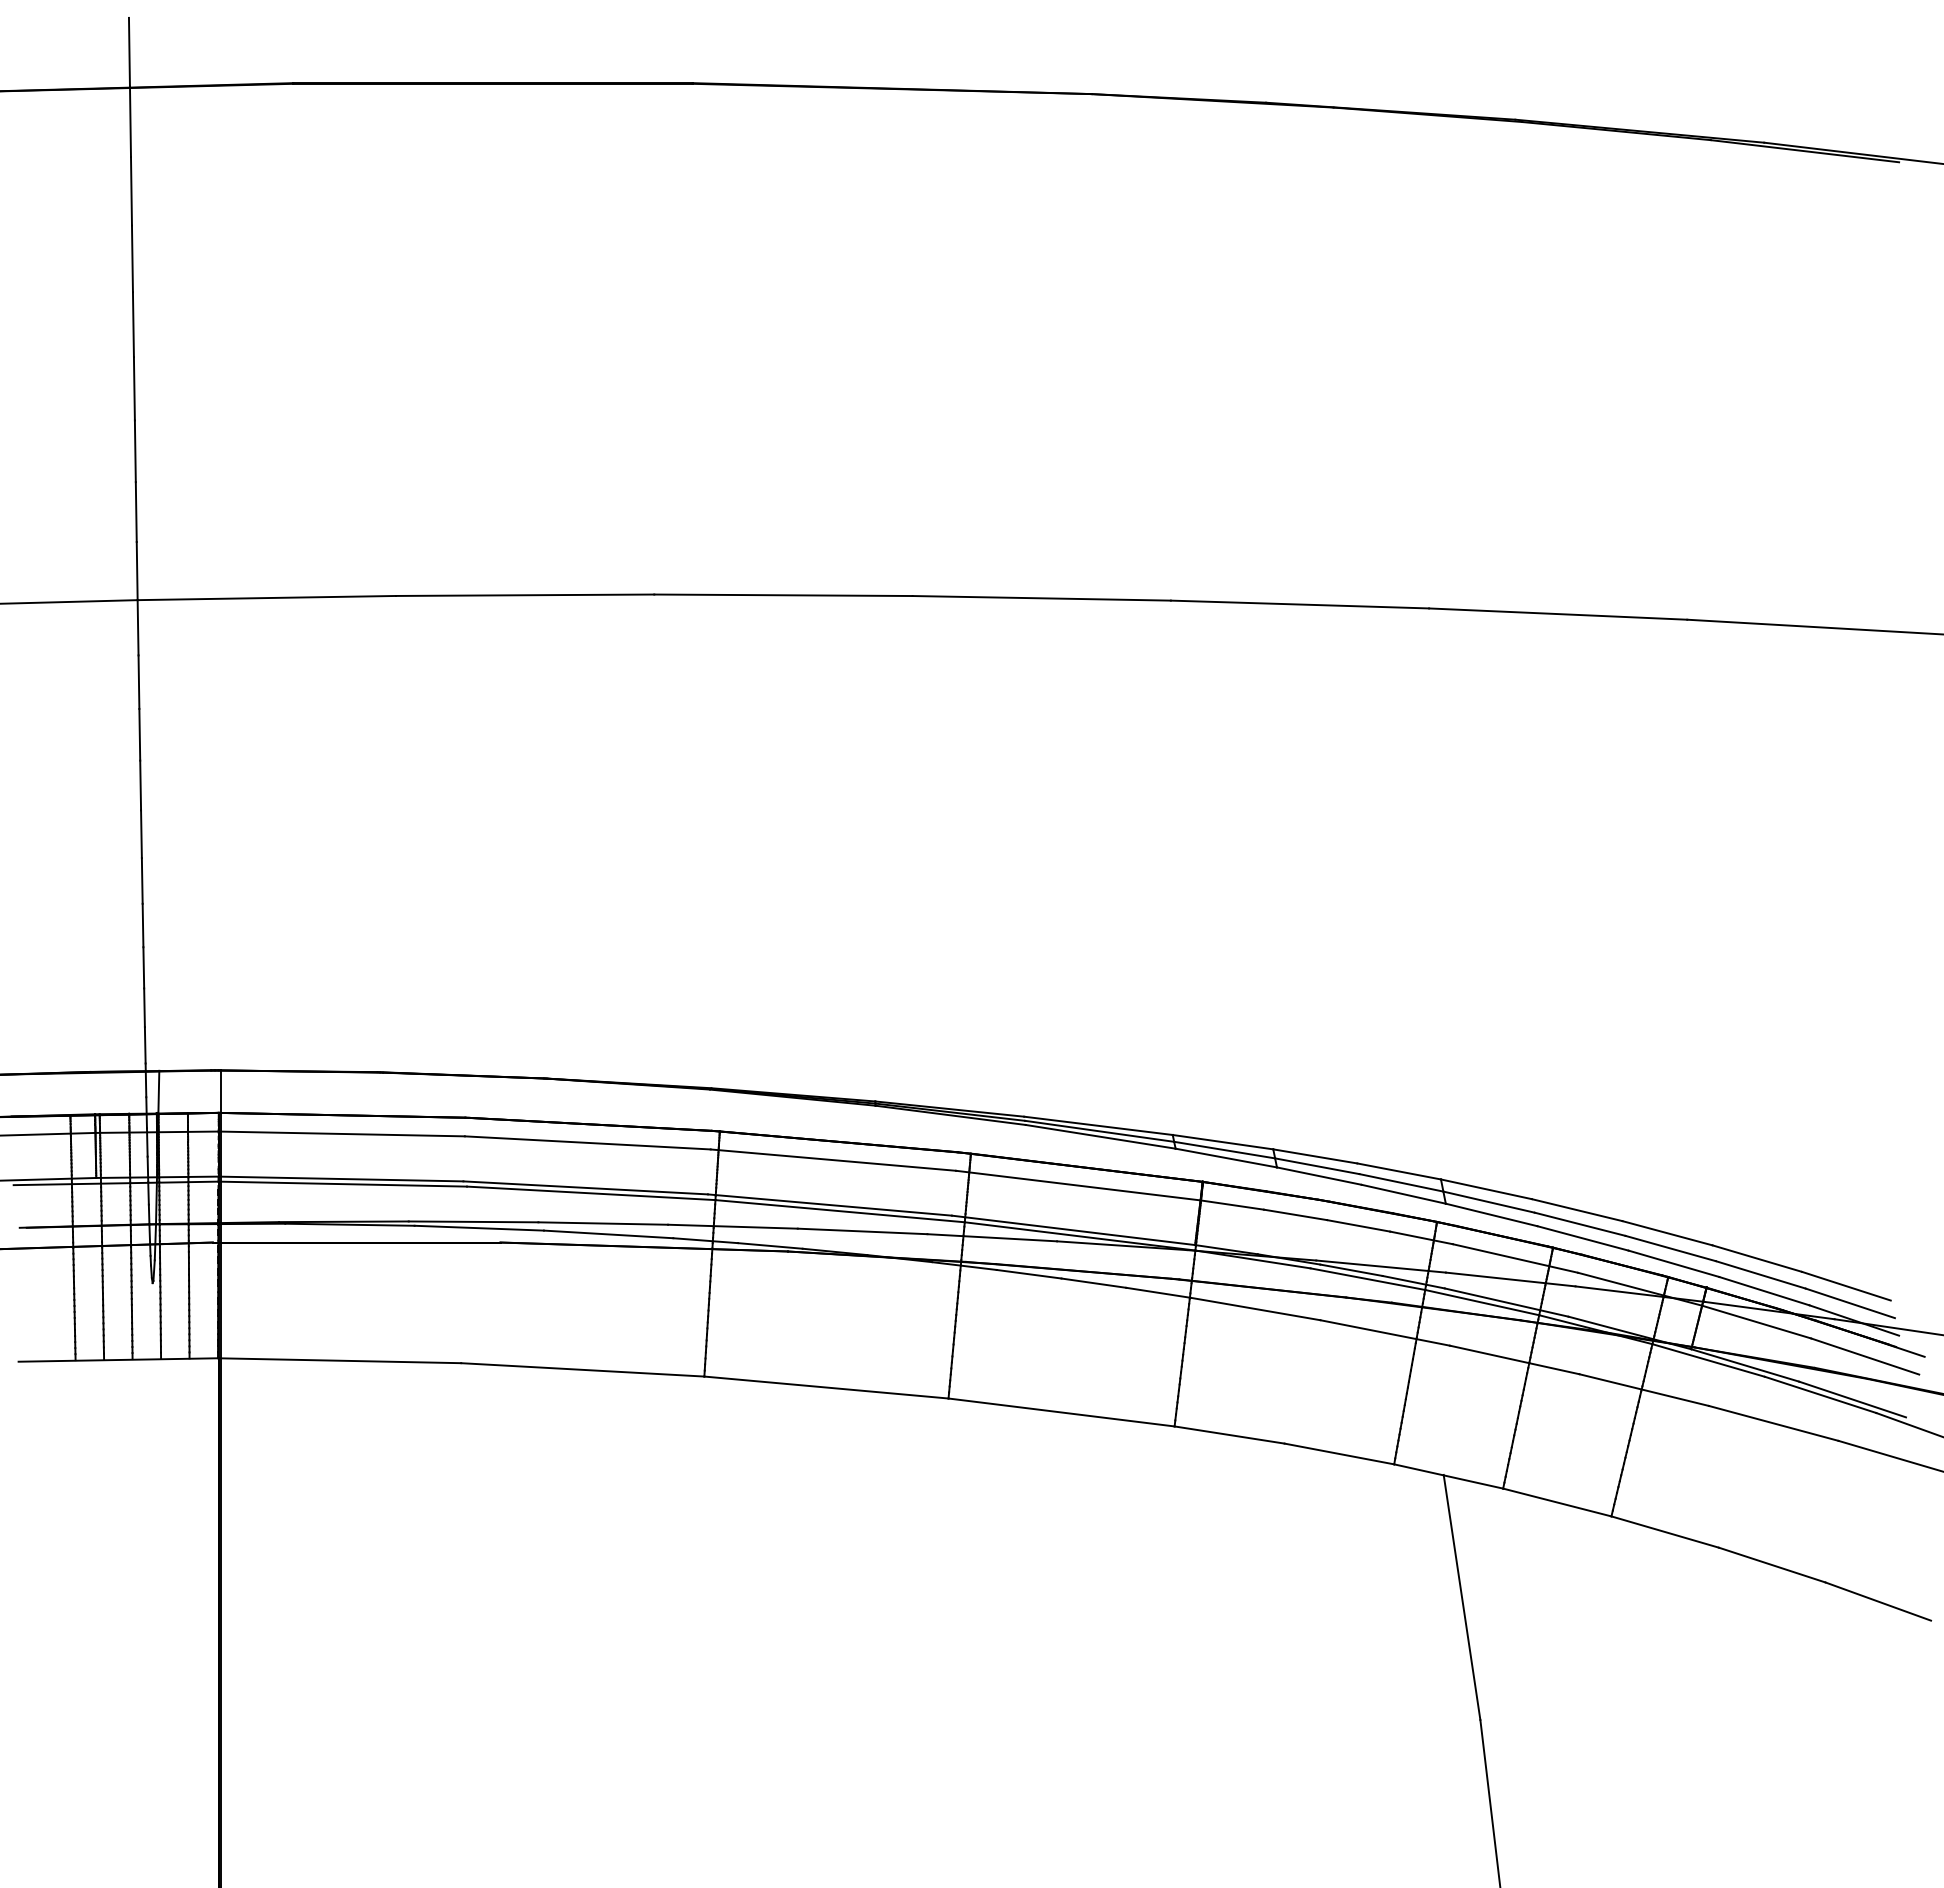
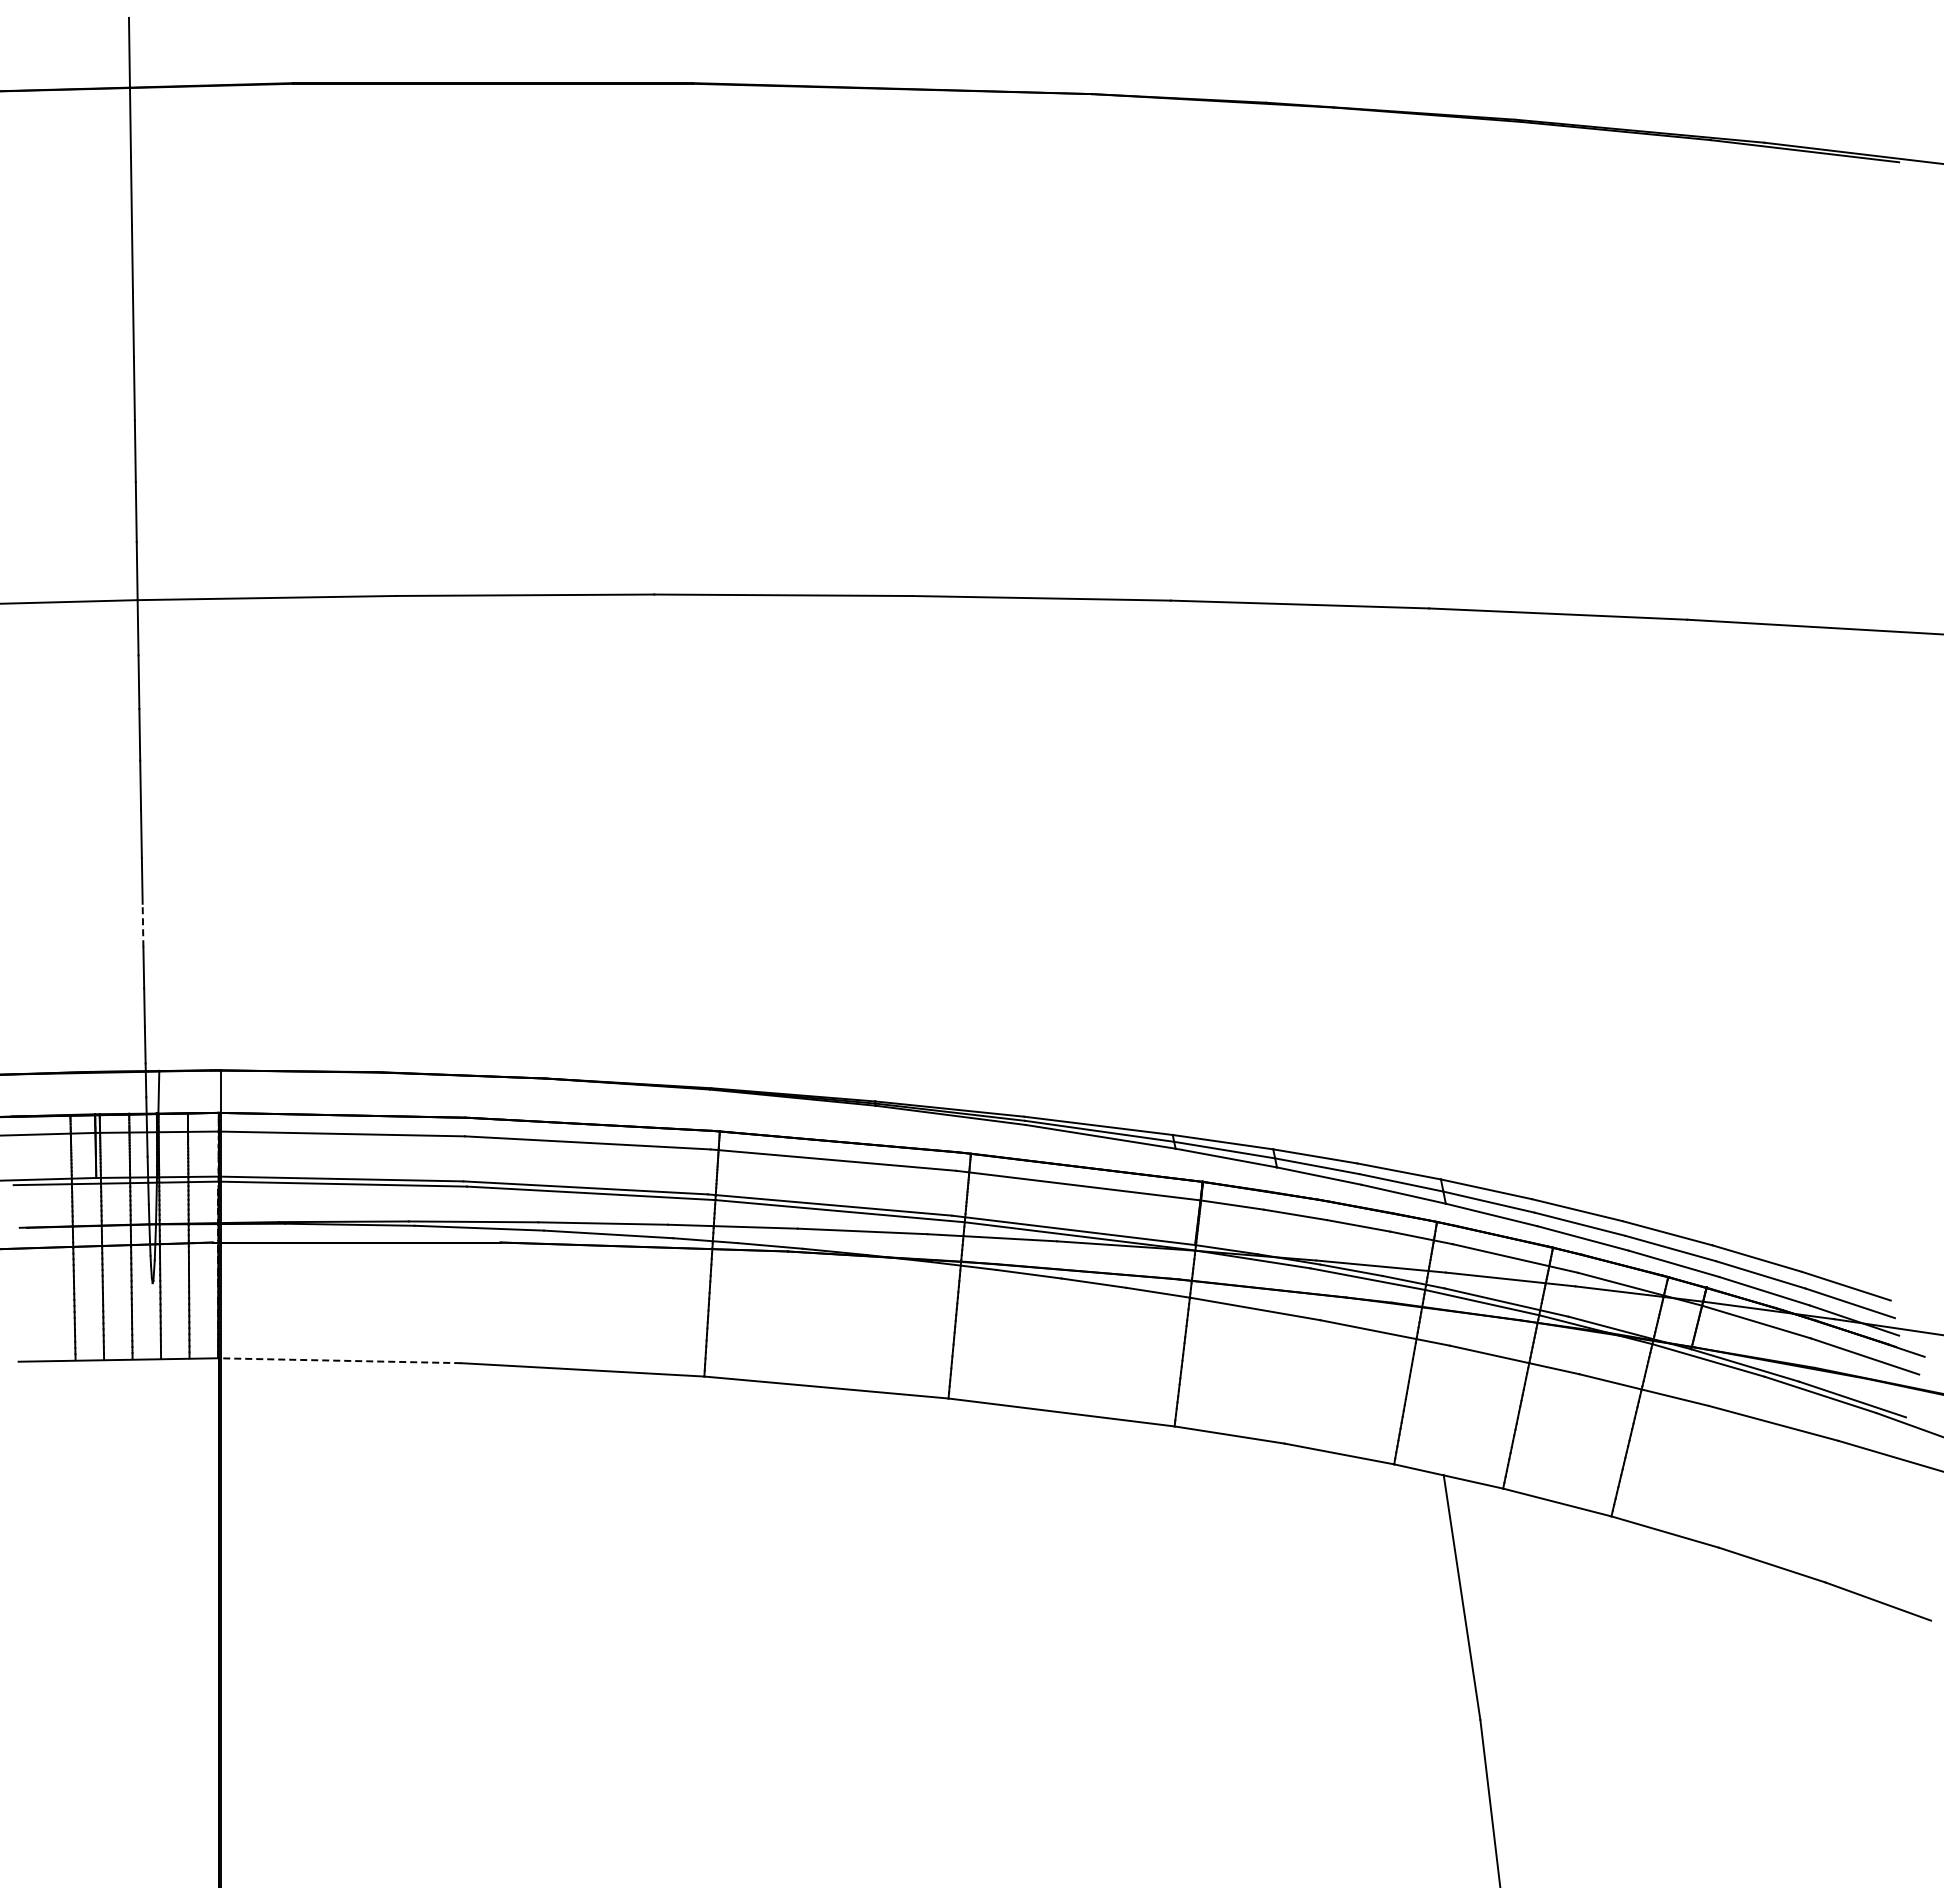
line at (143, 925): solid -> dashed
line at (339, 1360): solid -> dashed
